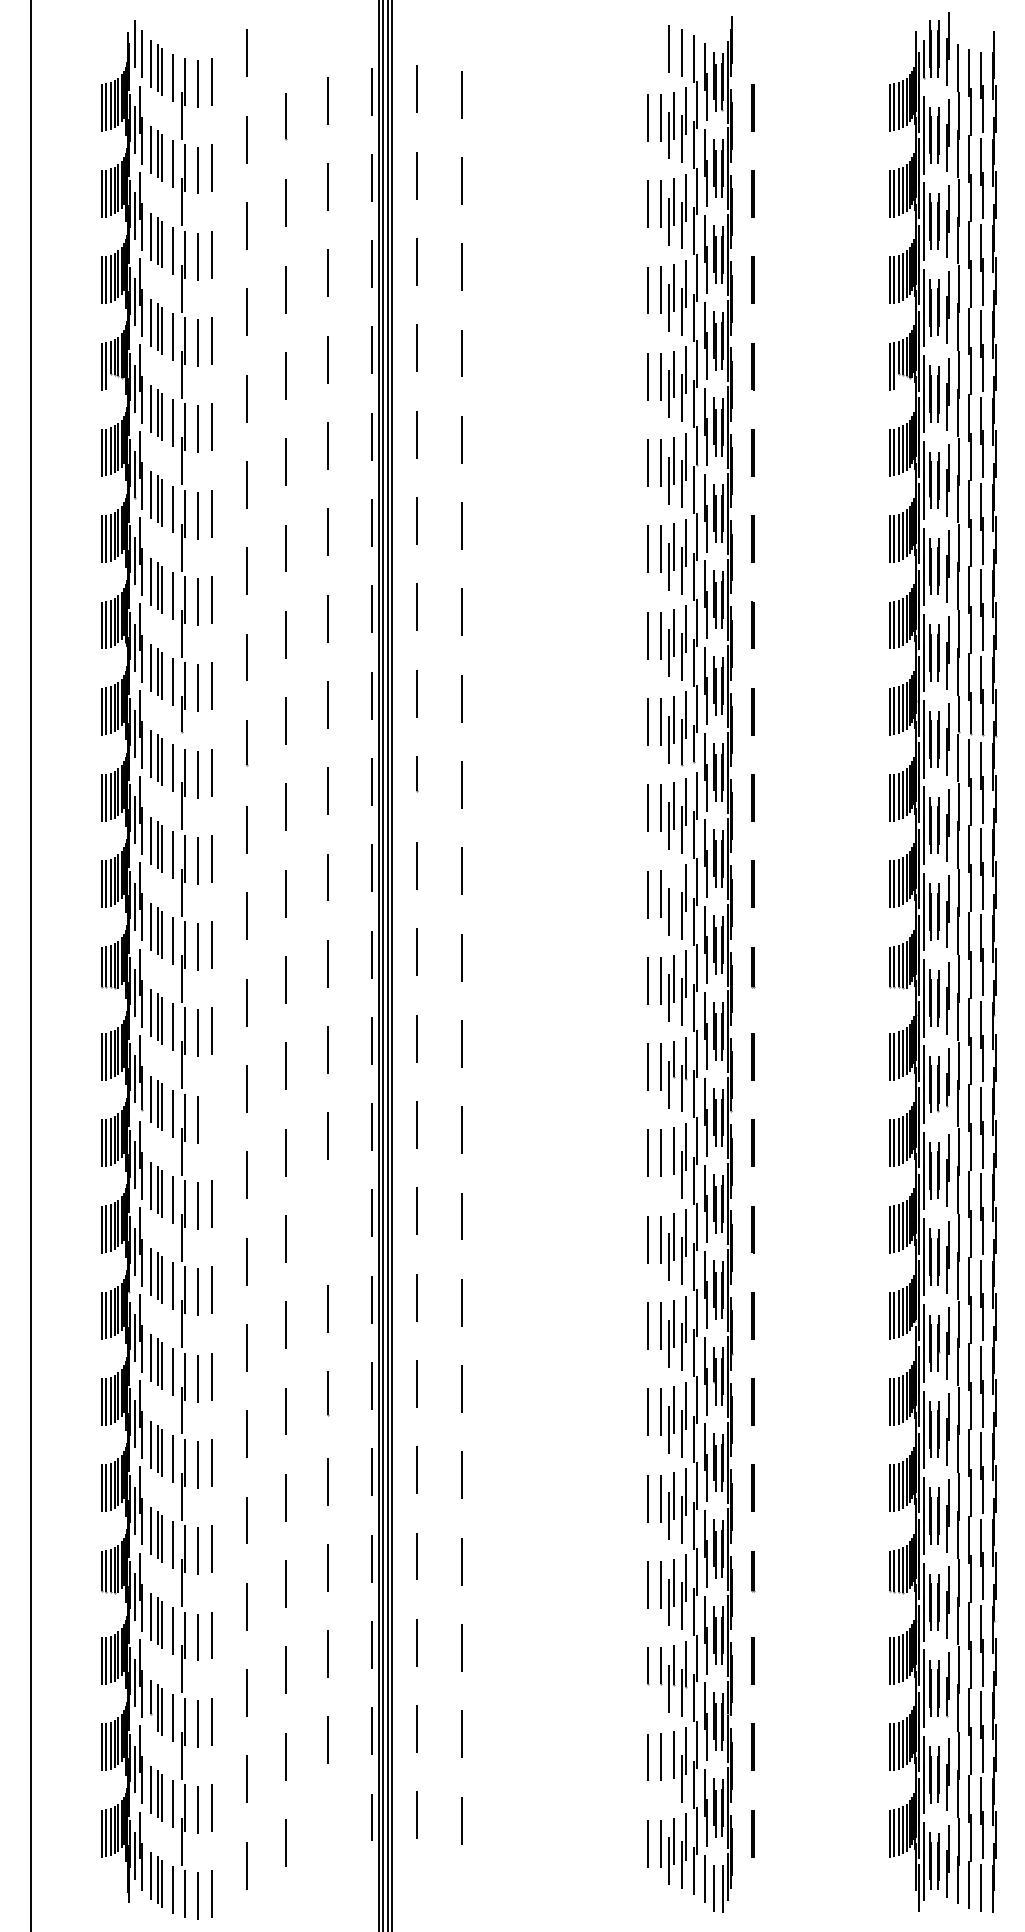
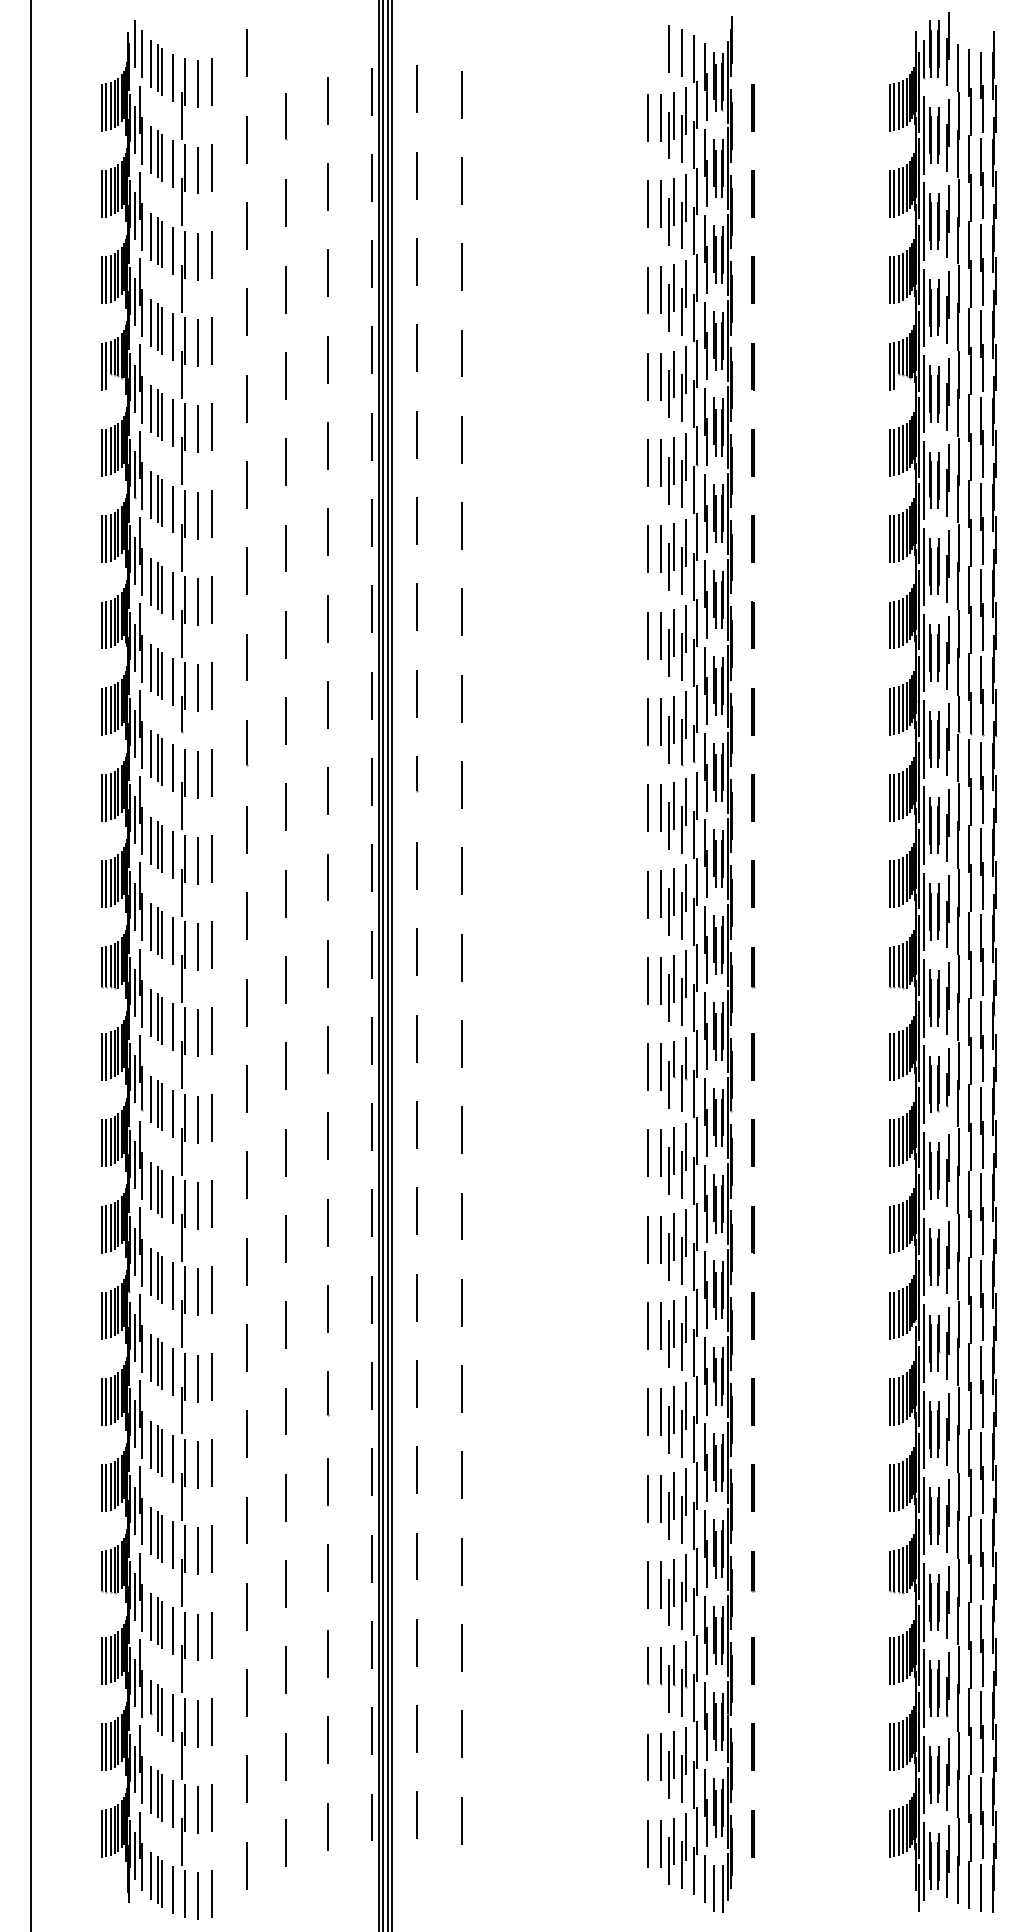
line at (673, 892): none -> present
line at (211, 1117): none -> present
line at (669, 1171): none -> present
line at (327, 1222): none -> present
line at (669, 1775): none -> present
line at (327, 1826): none -> present
